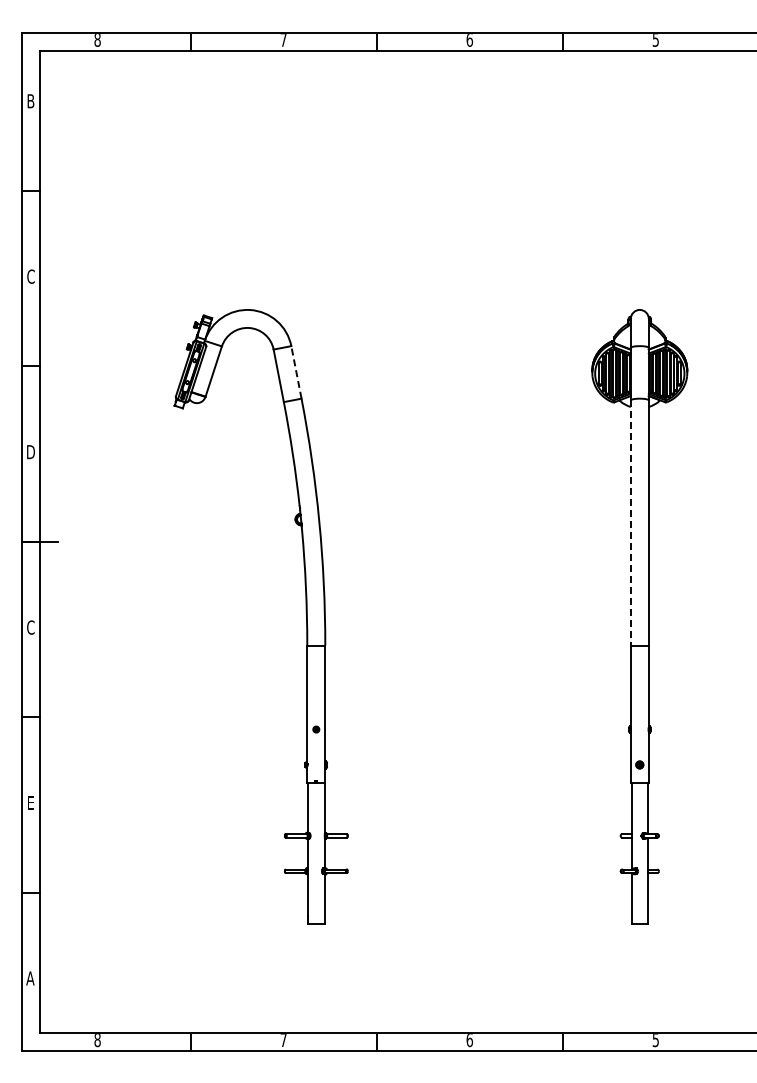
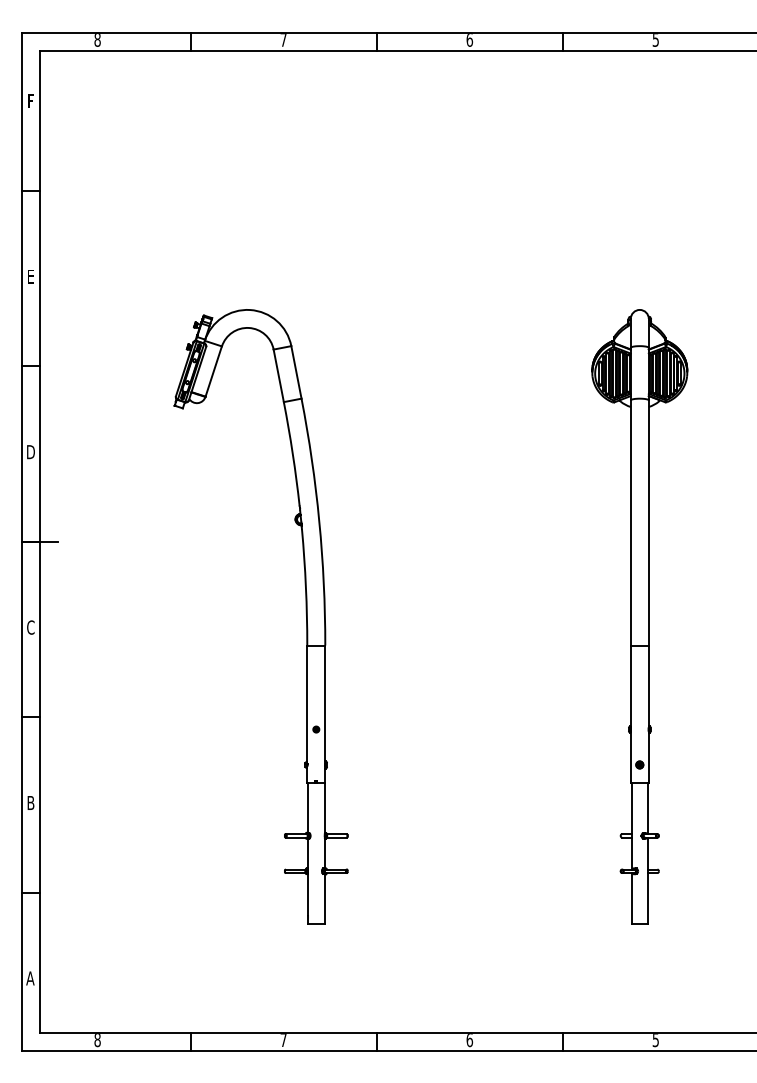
text at (30, 101): B -> F
text at (30, 276): C -> E
line at (296, 372): dashed -> solid
line at (630, 522): dashed -> solid
text at (30, 802): E -> B
